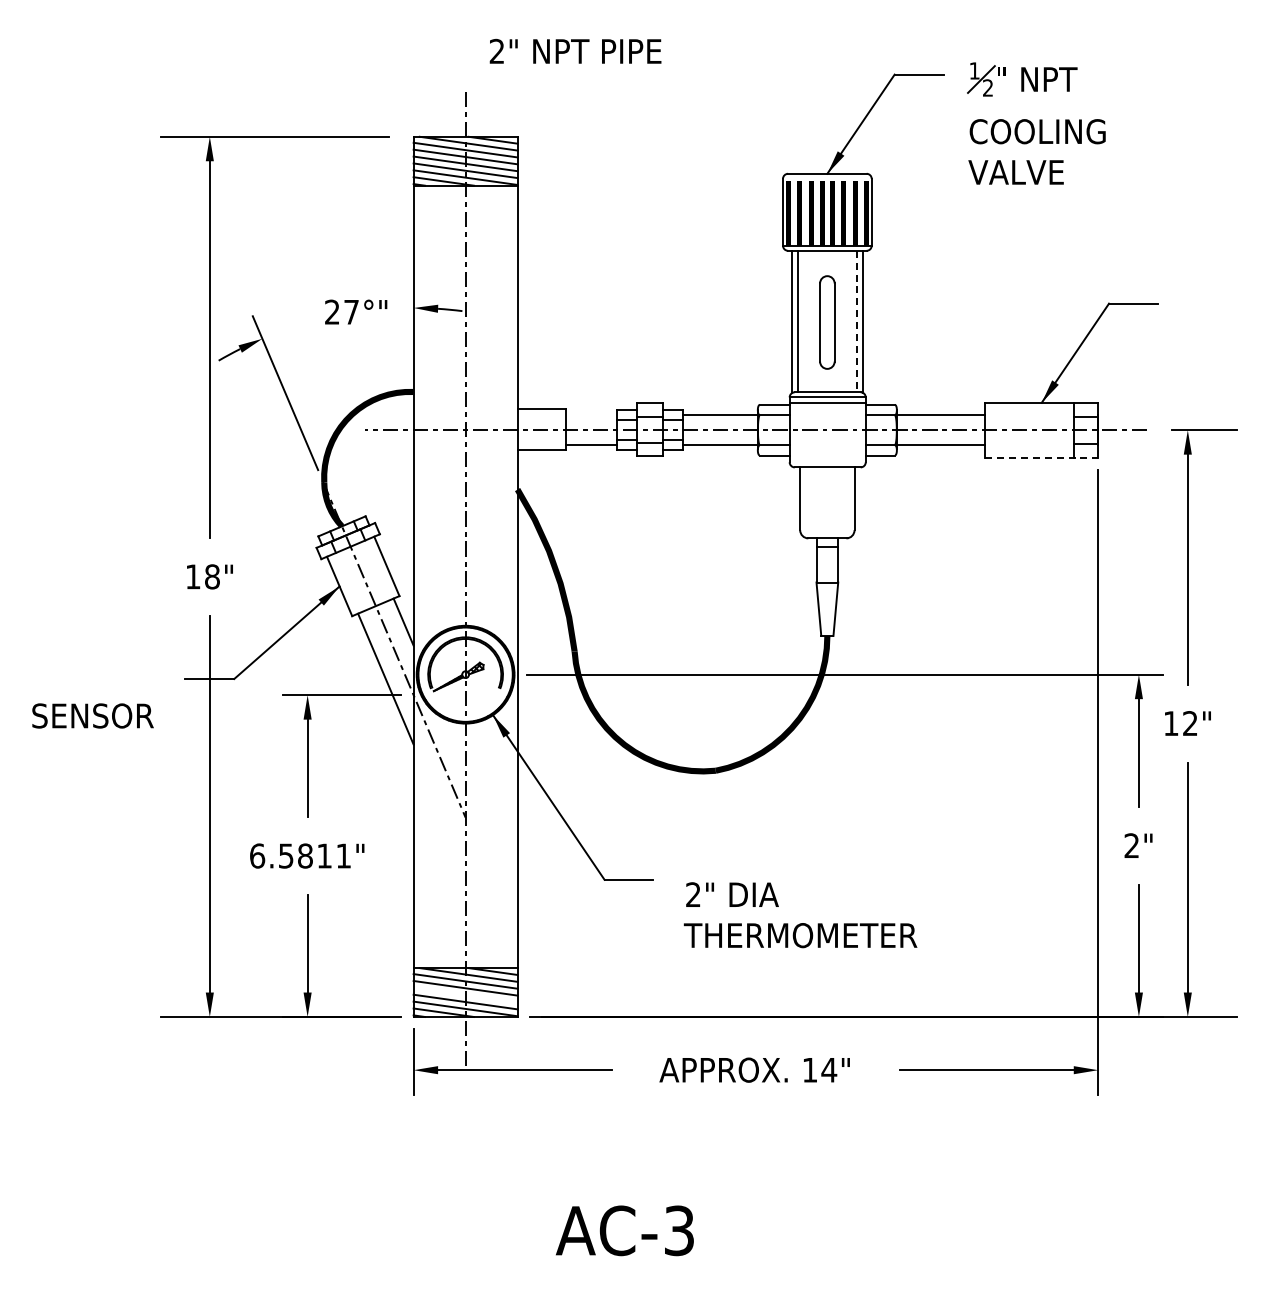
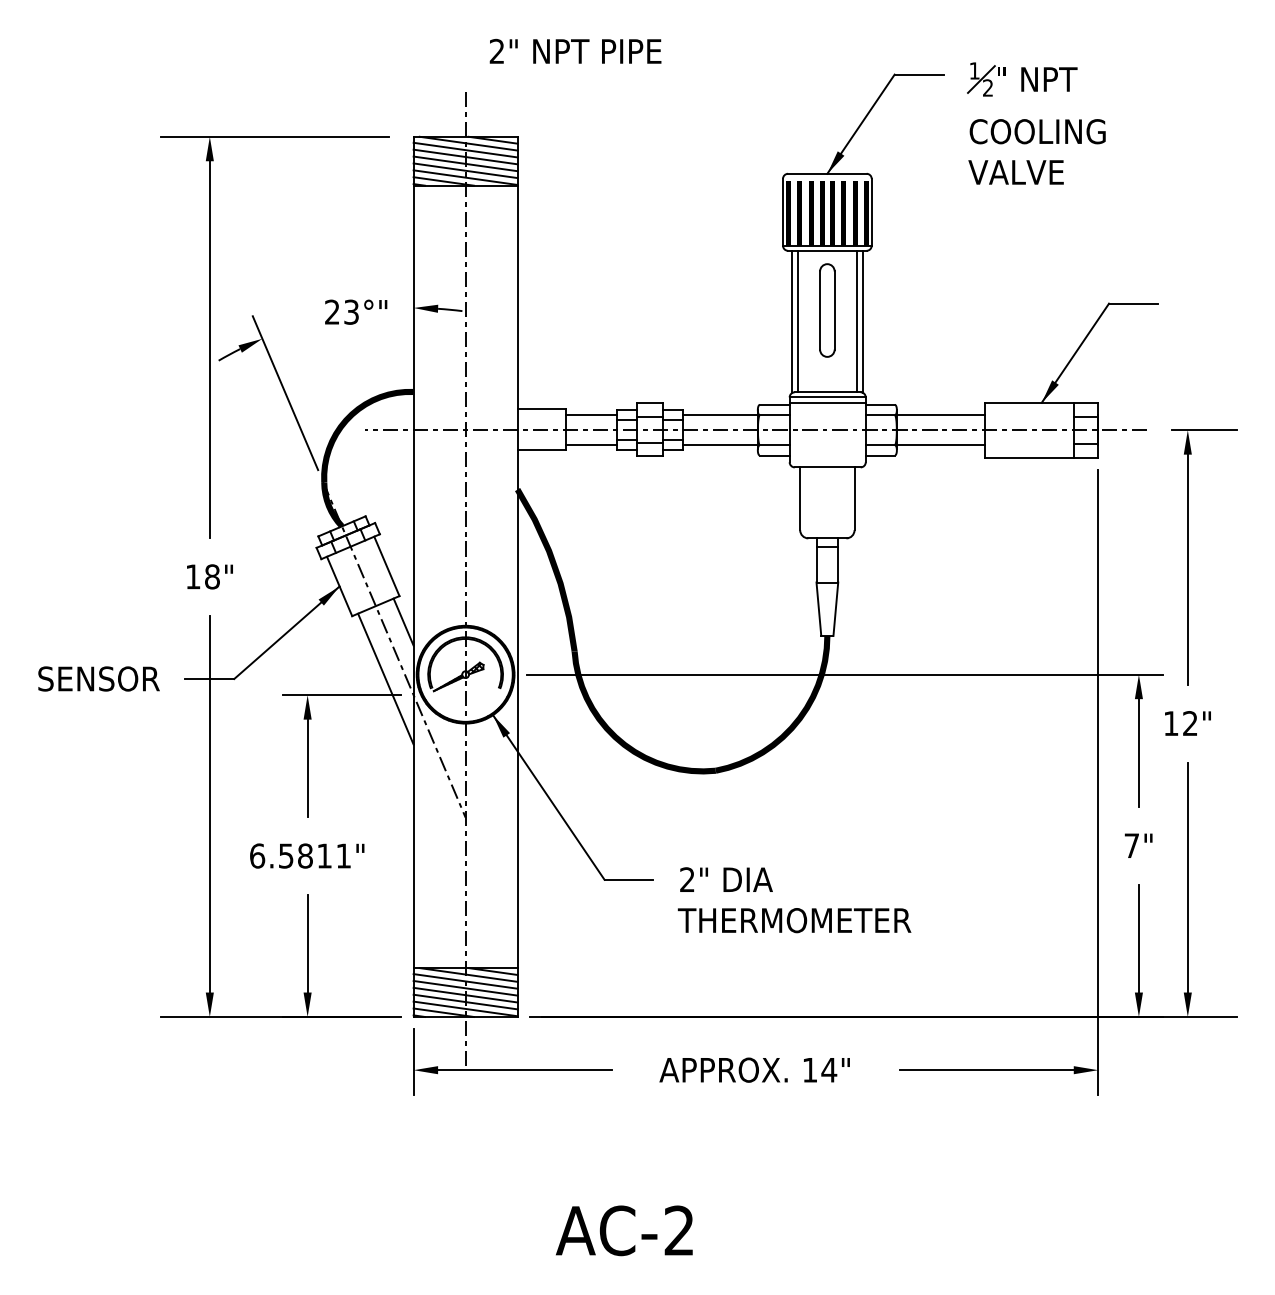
text at (351, 311): 27°" -> 23°"
line at (857, 321): dashed -> solid
part at (827, 322) position: (827, 322) -> (827, 310)
line at (591, 414): none -> present
line at (1042, 457): dashed -> solid
text at (92, 715) position: (92, 715) -> (98, 678)
text at (1131, 845): 2" -> 7"
text at (800, 915) position: (800, 915) -> (794, 900)
line at (465, 994): none -> present
text at (678, 1230): AC-3 -> AC-2
